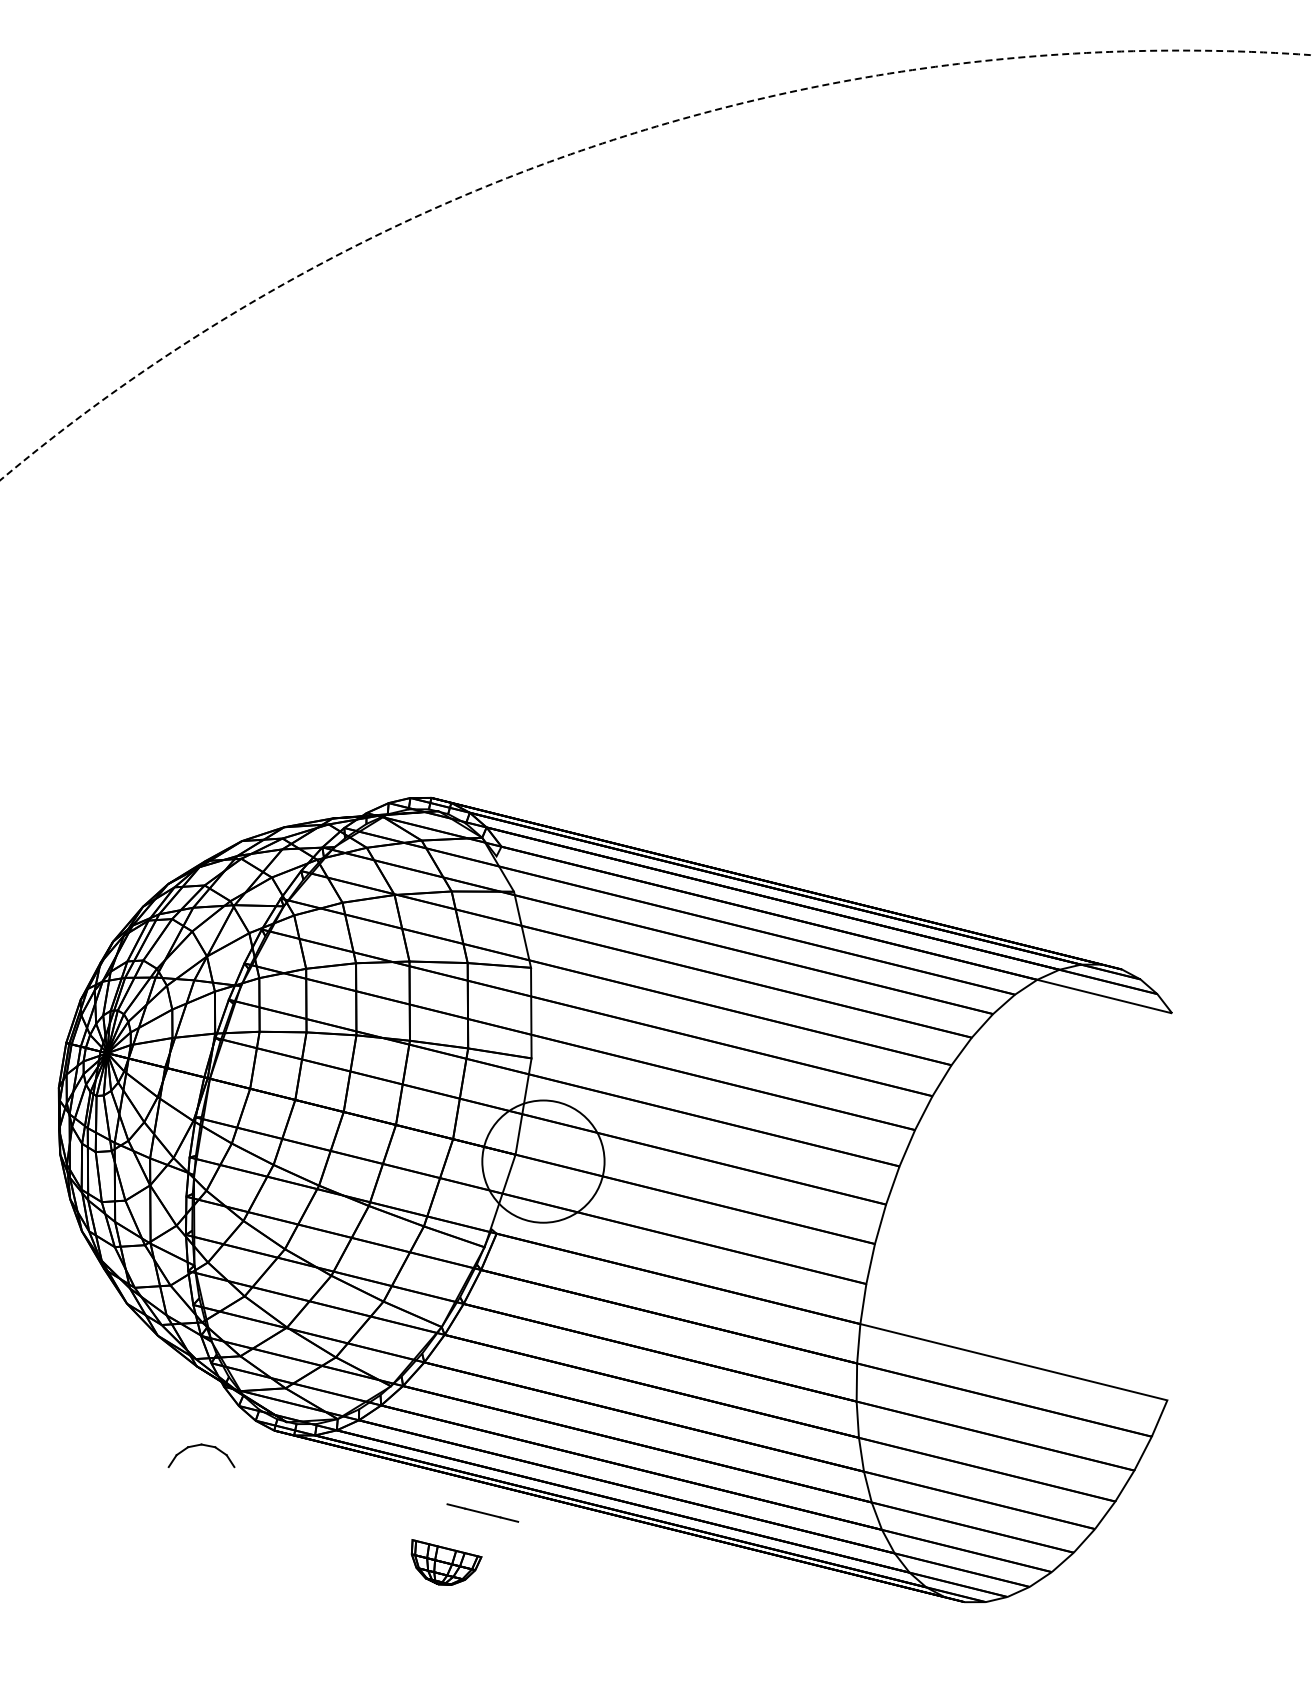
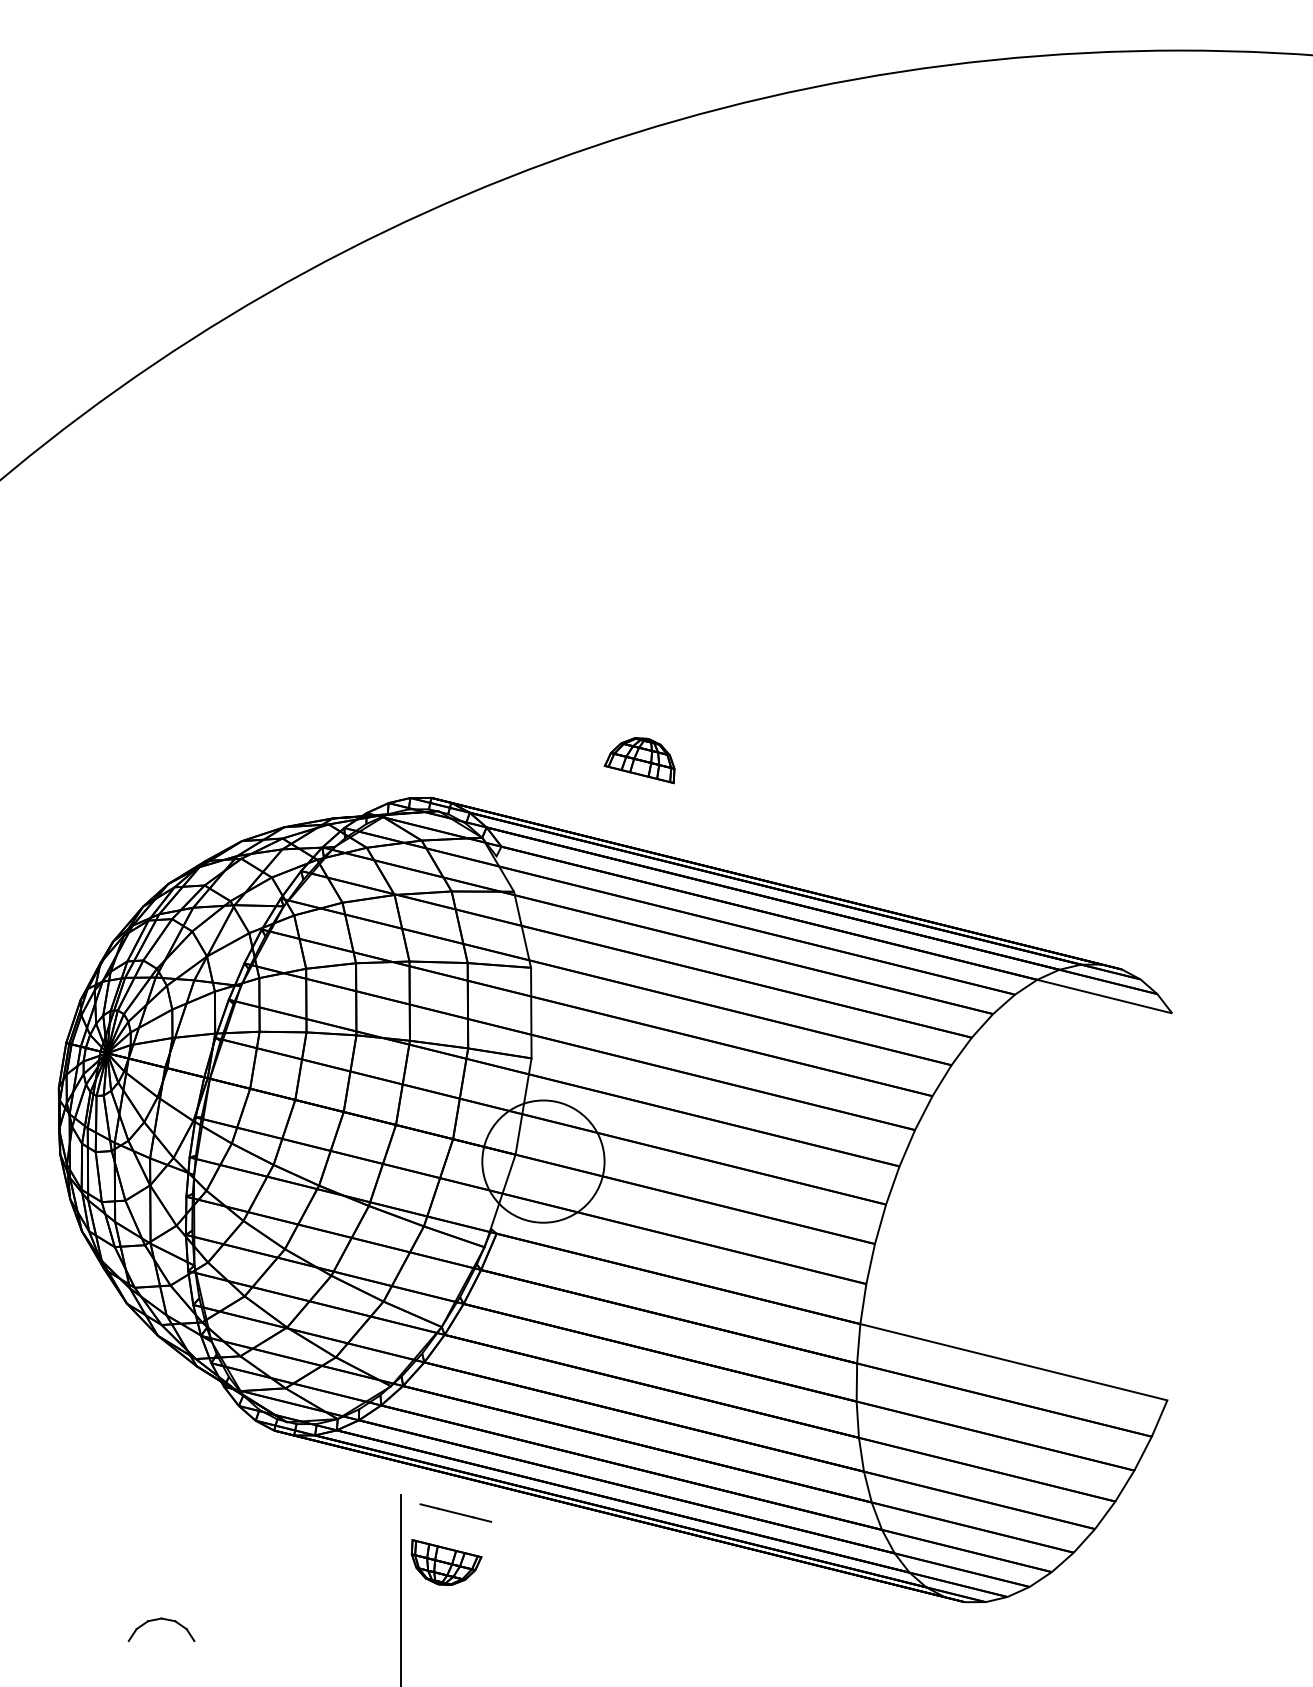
circle at (656, 265): dashed -> solid
part at (639, 760): none -> present
part at (197, 1446) position: (197, 1446) -> (157, 1620)
line at (482, 1512) position: (482, 1512) -> (455, 1512)
line at (401, 1588): none -> present
